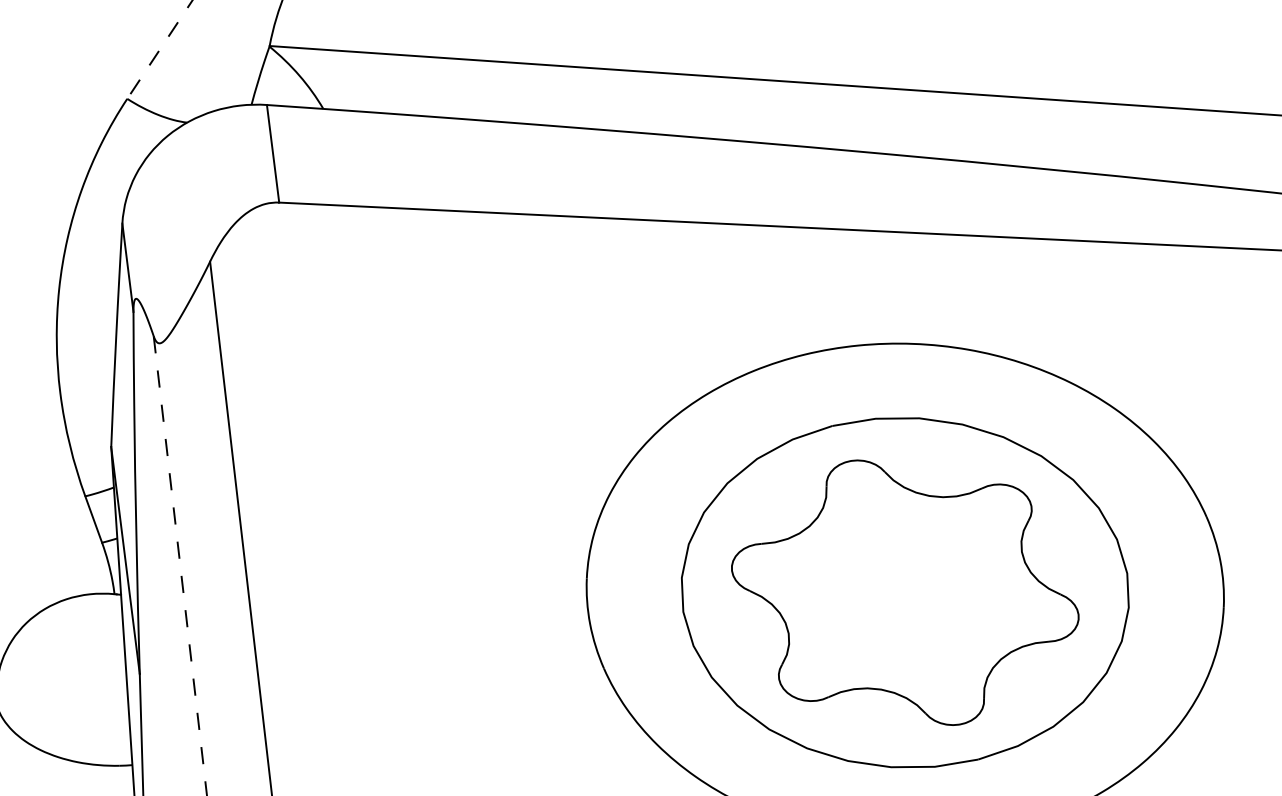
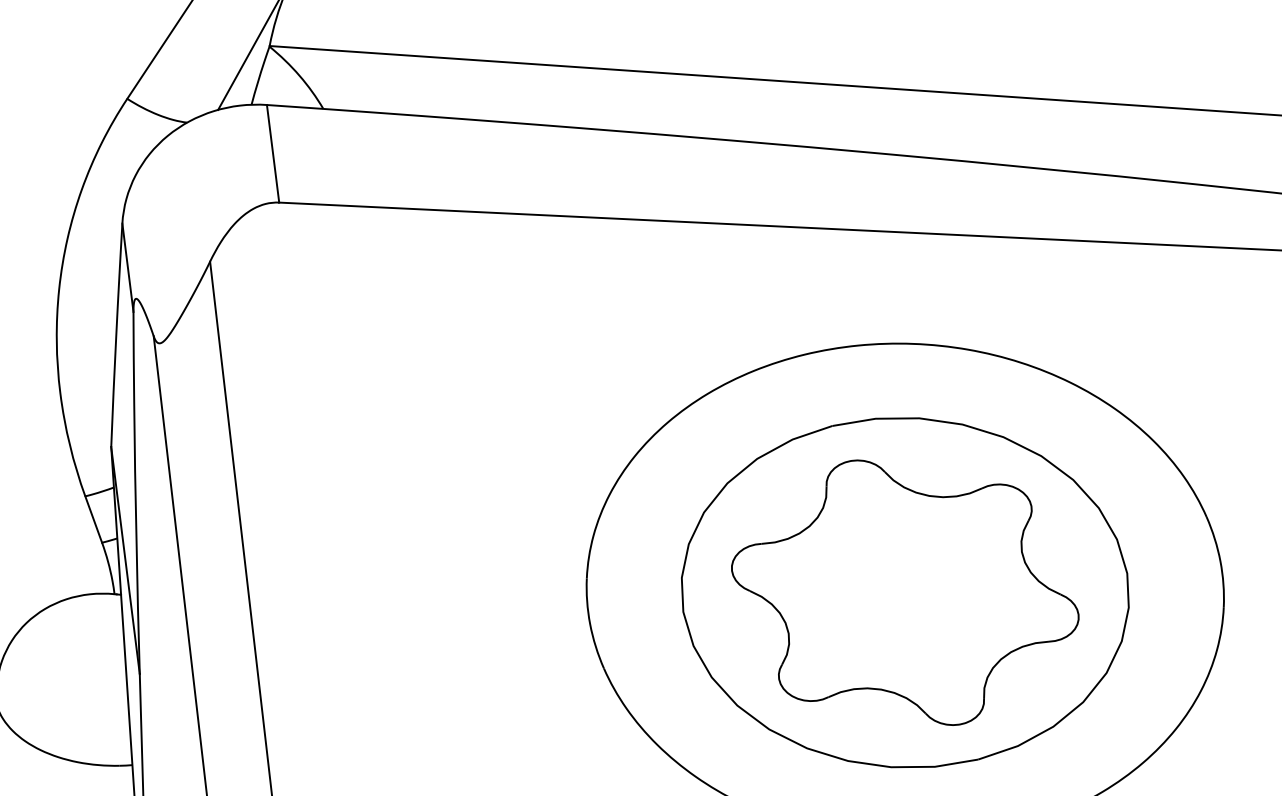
line at (159, 49): dashed -> solid
line at (247, 55): none -> present
line at (180, 565): dashed -> solid
